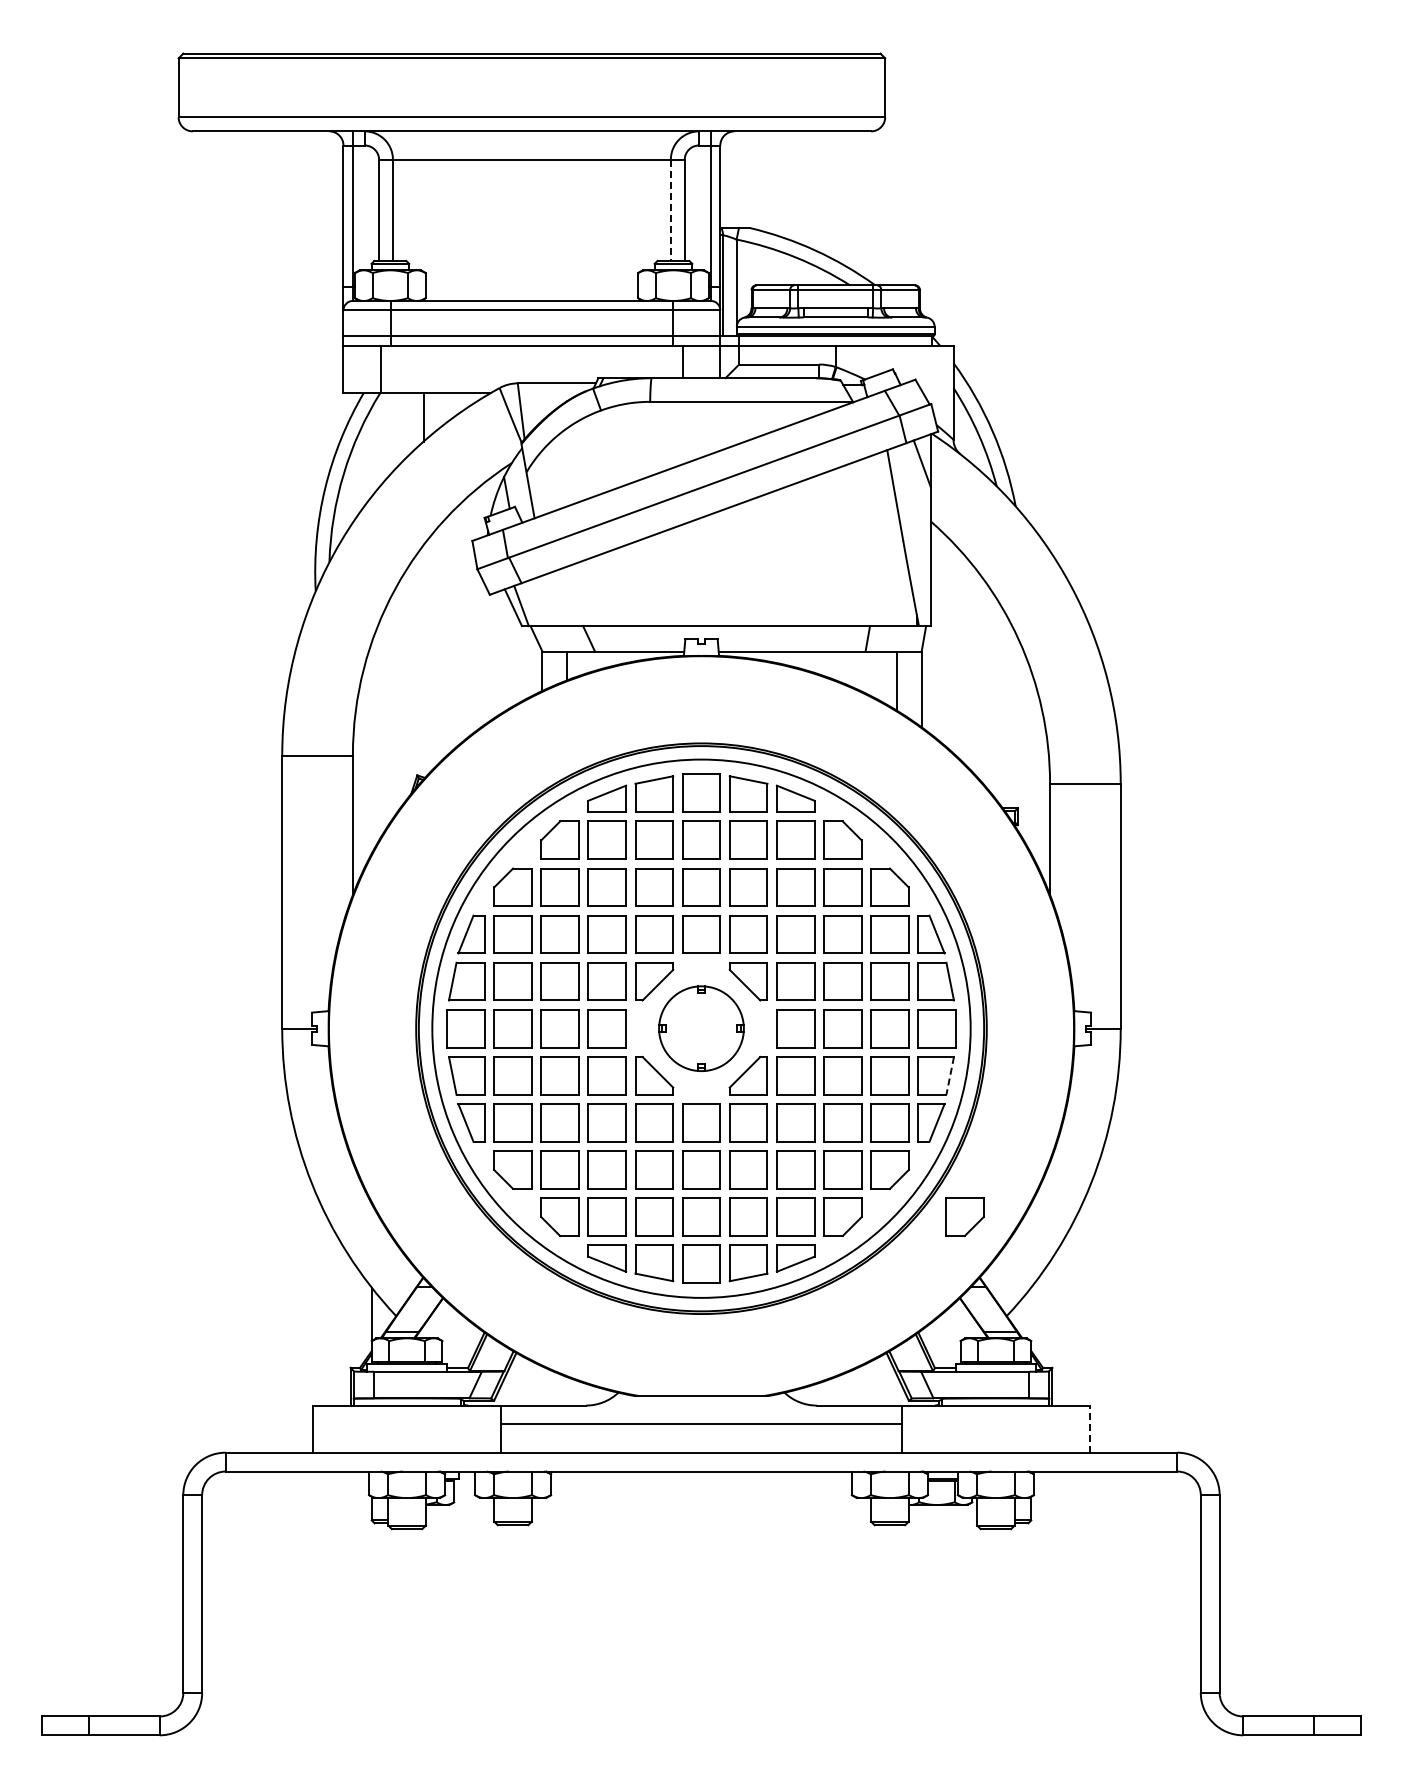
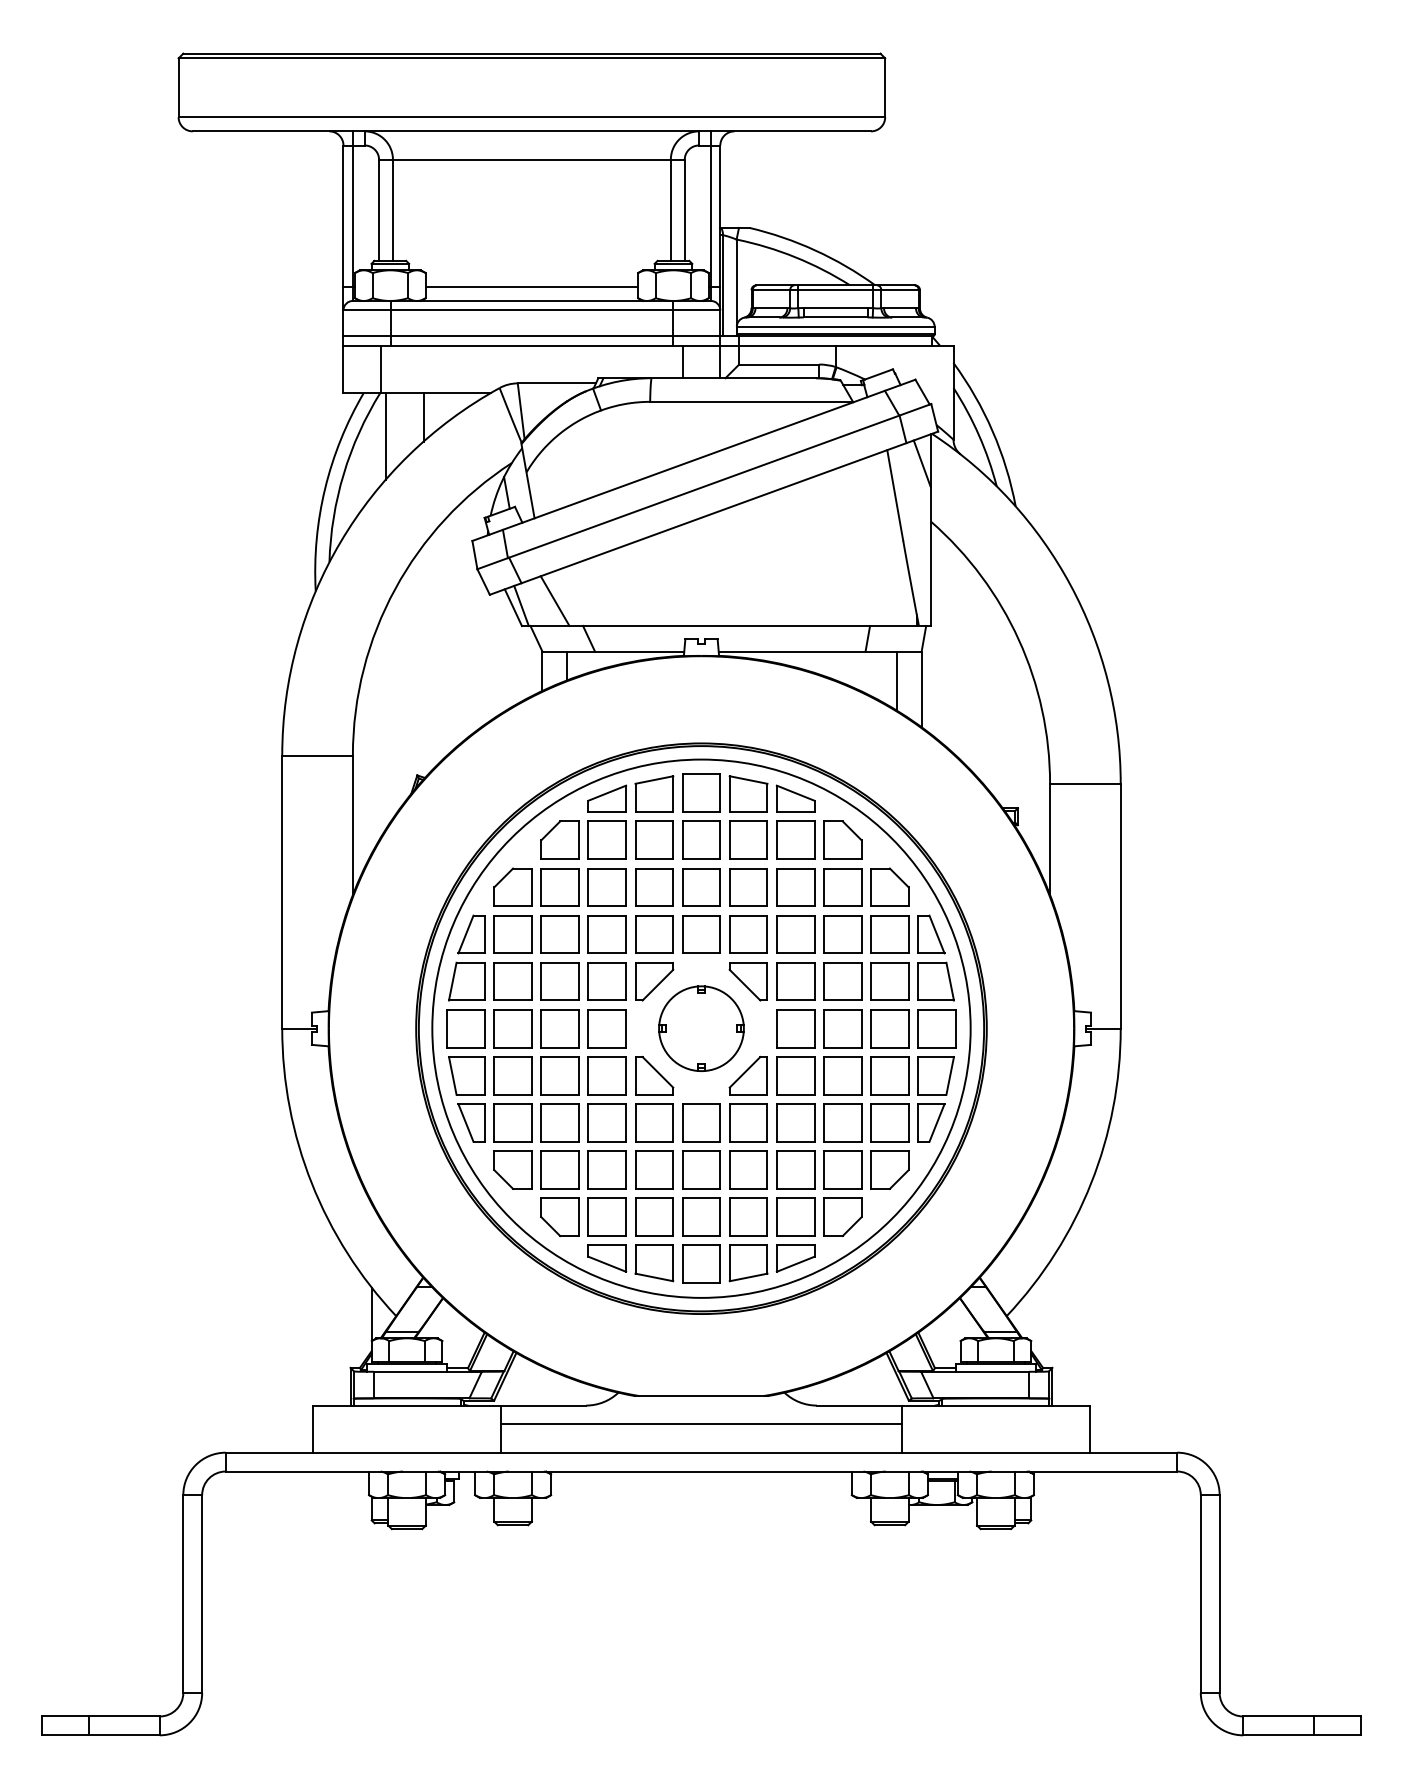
line at (670, 210): dashed -> solid
line at (531, 286): none -> present
line at (385, 435): none -> present
line at (554, 600): none -> present
line at (950, 1076): dashed -> solid
part at (964, 1216): present -> none
line at (1090, 1429): dashed -> solid
